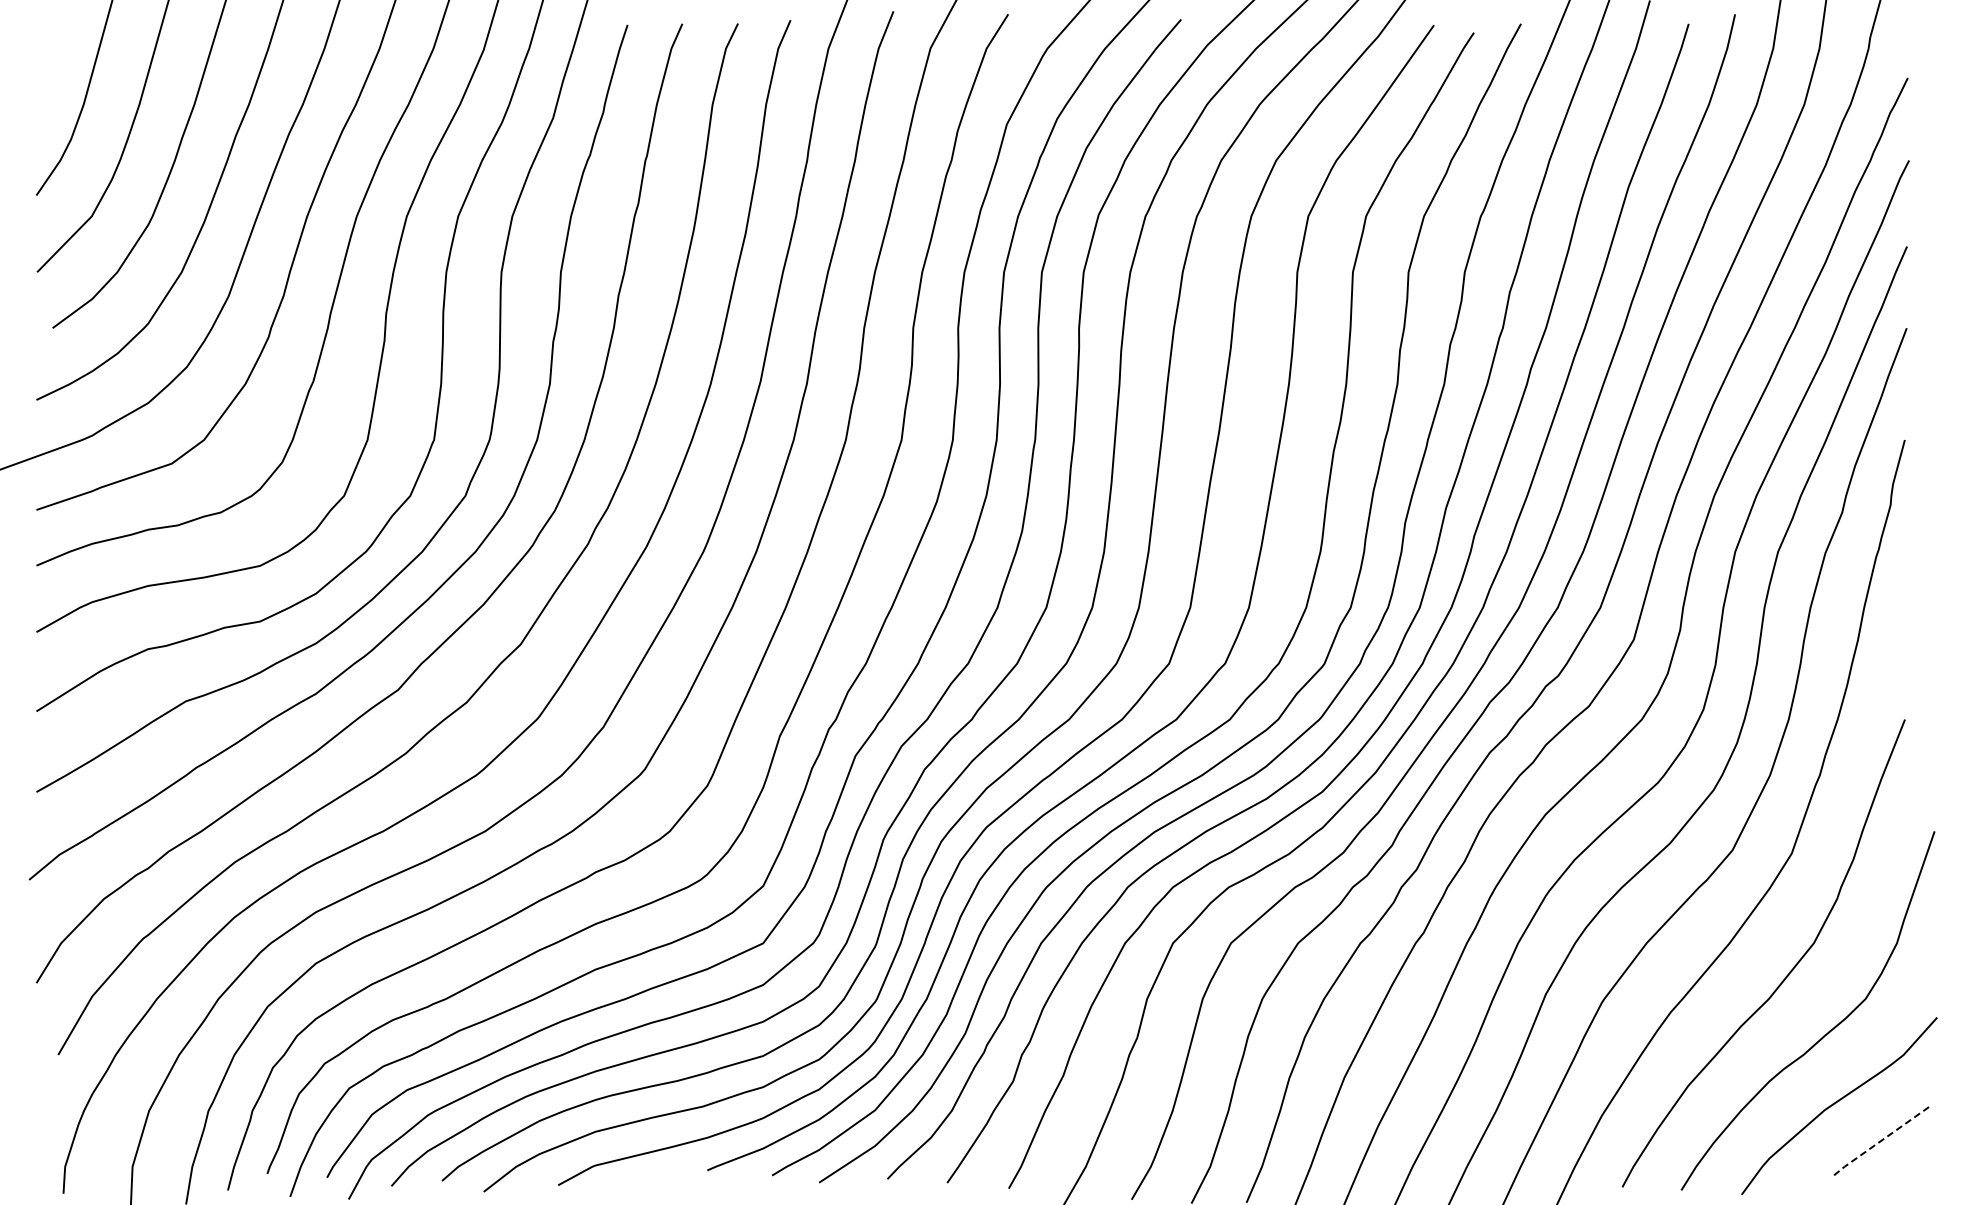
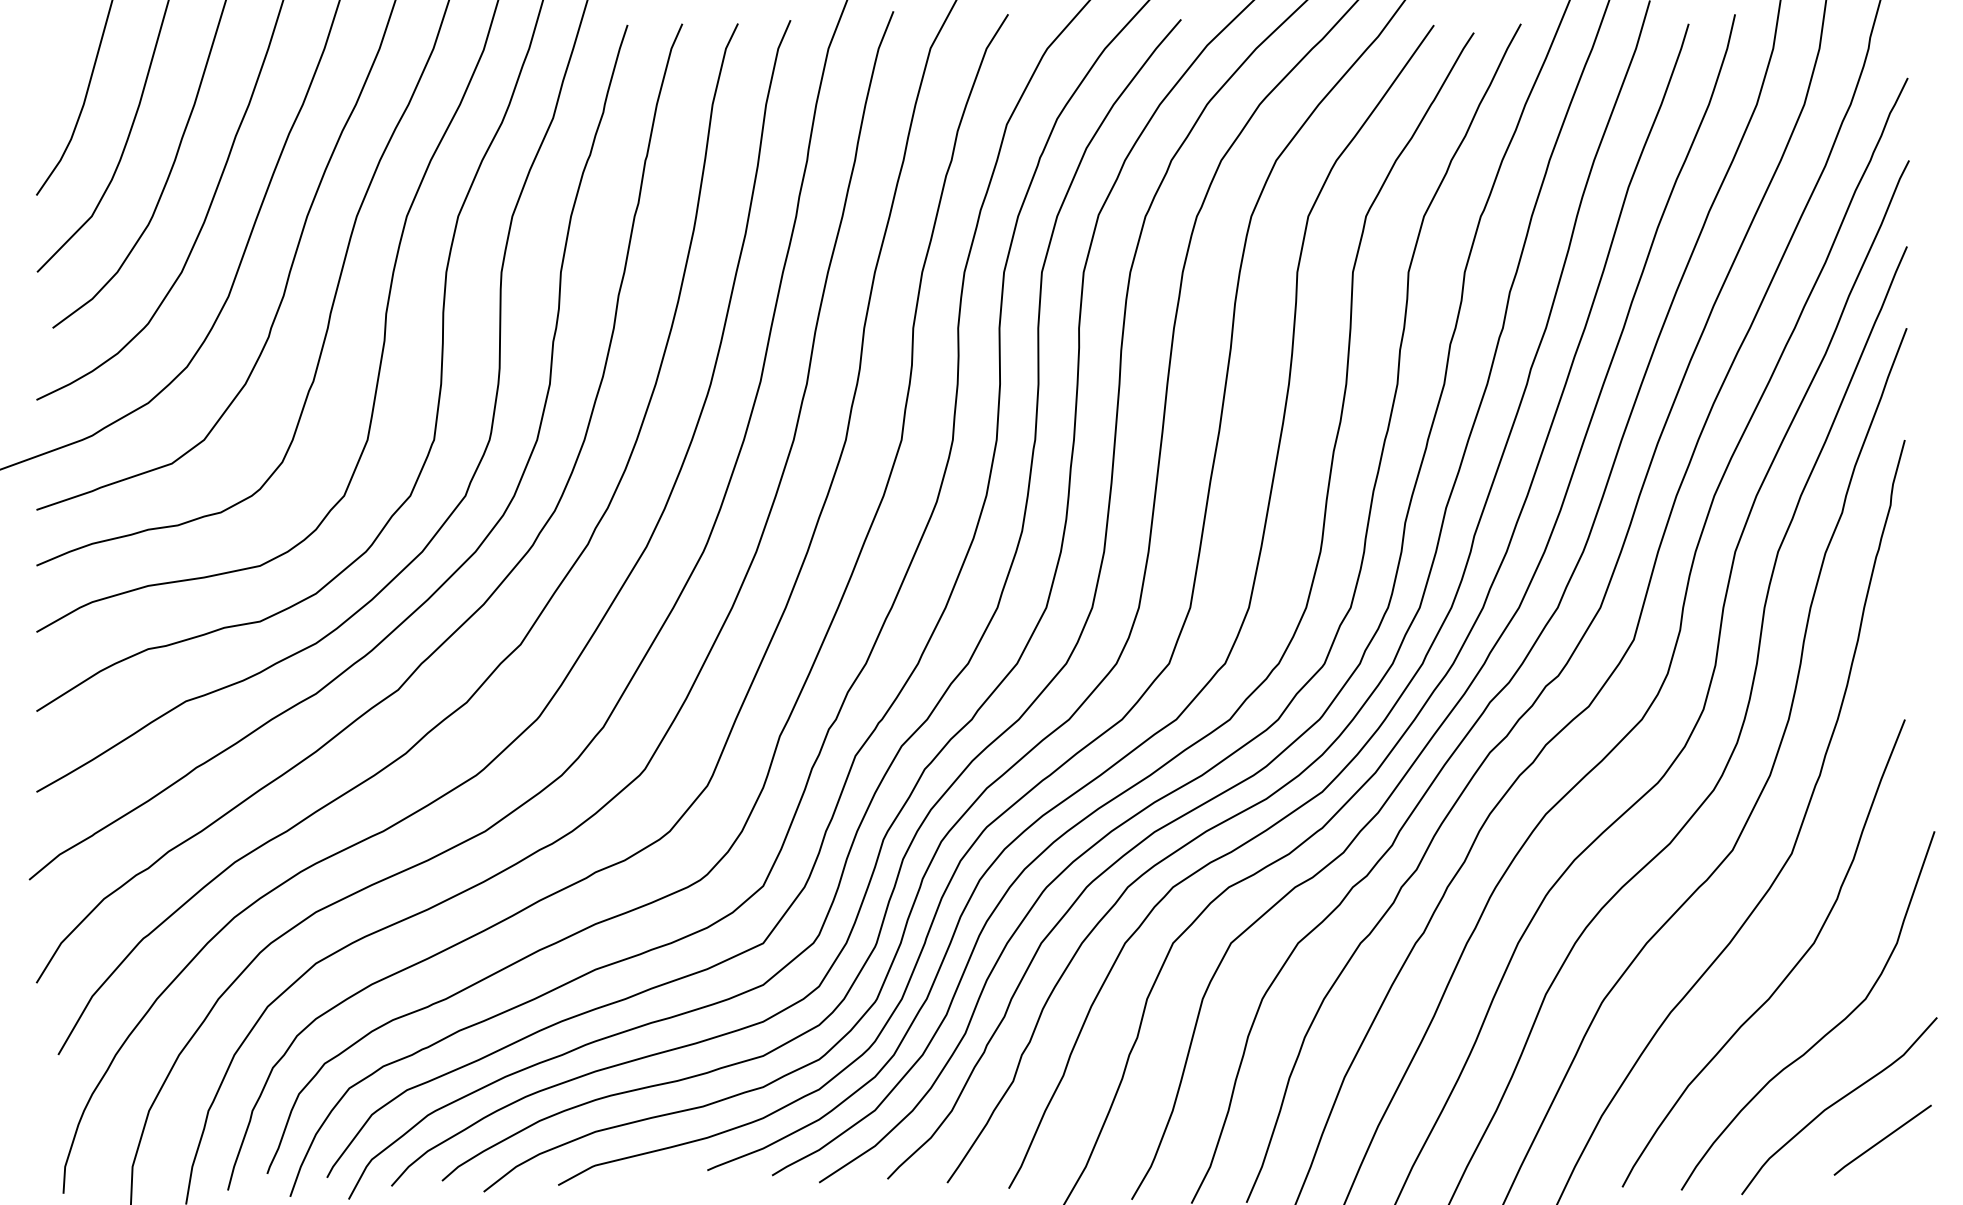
line at (1882, 1140): dashed -> solid
